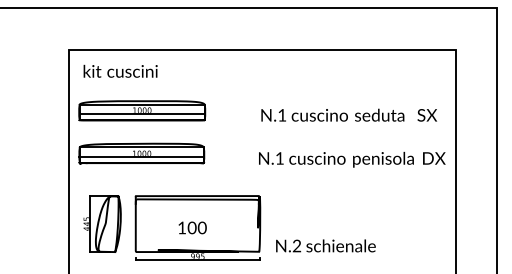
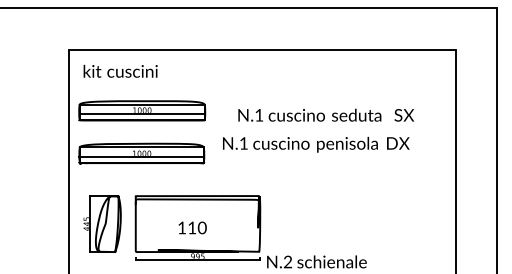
text at (348, 114) position: (348, 114) -> (325, 114)
text at (352, 159) position: (352, 159) -> (316, 144)
text at (191, 227): 100 -> 110
text at (325, 245) position: (325, 245) -> (316, 261)
